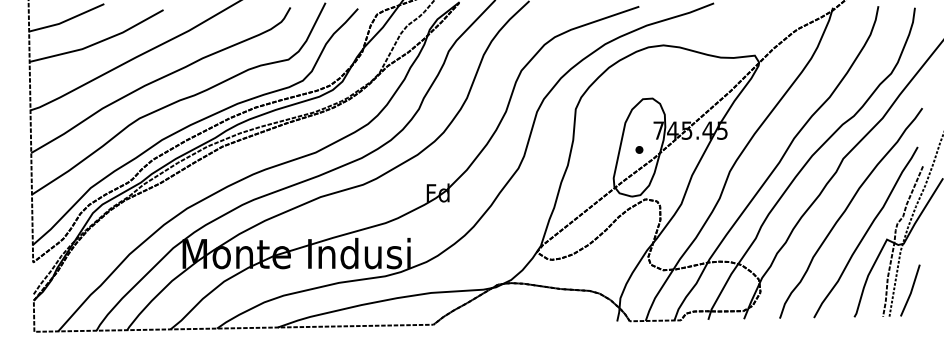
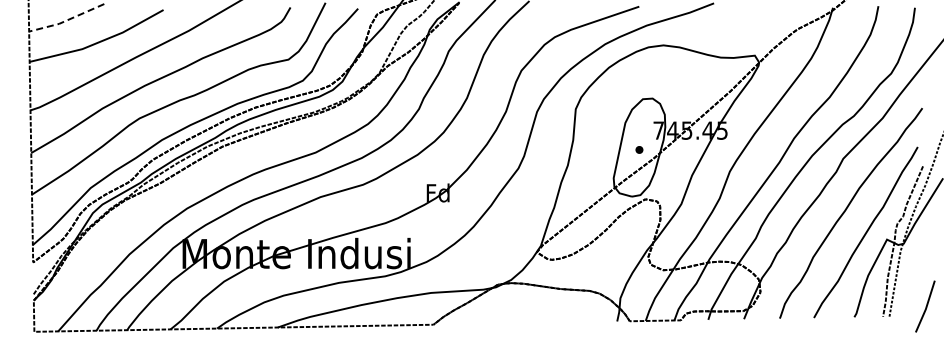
line at (67, 20): solid -> dashed
line at (910, 290) position: (910, 290) -> (925, 306)
